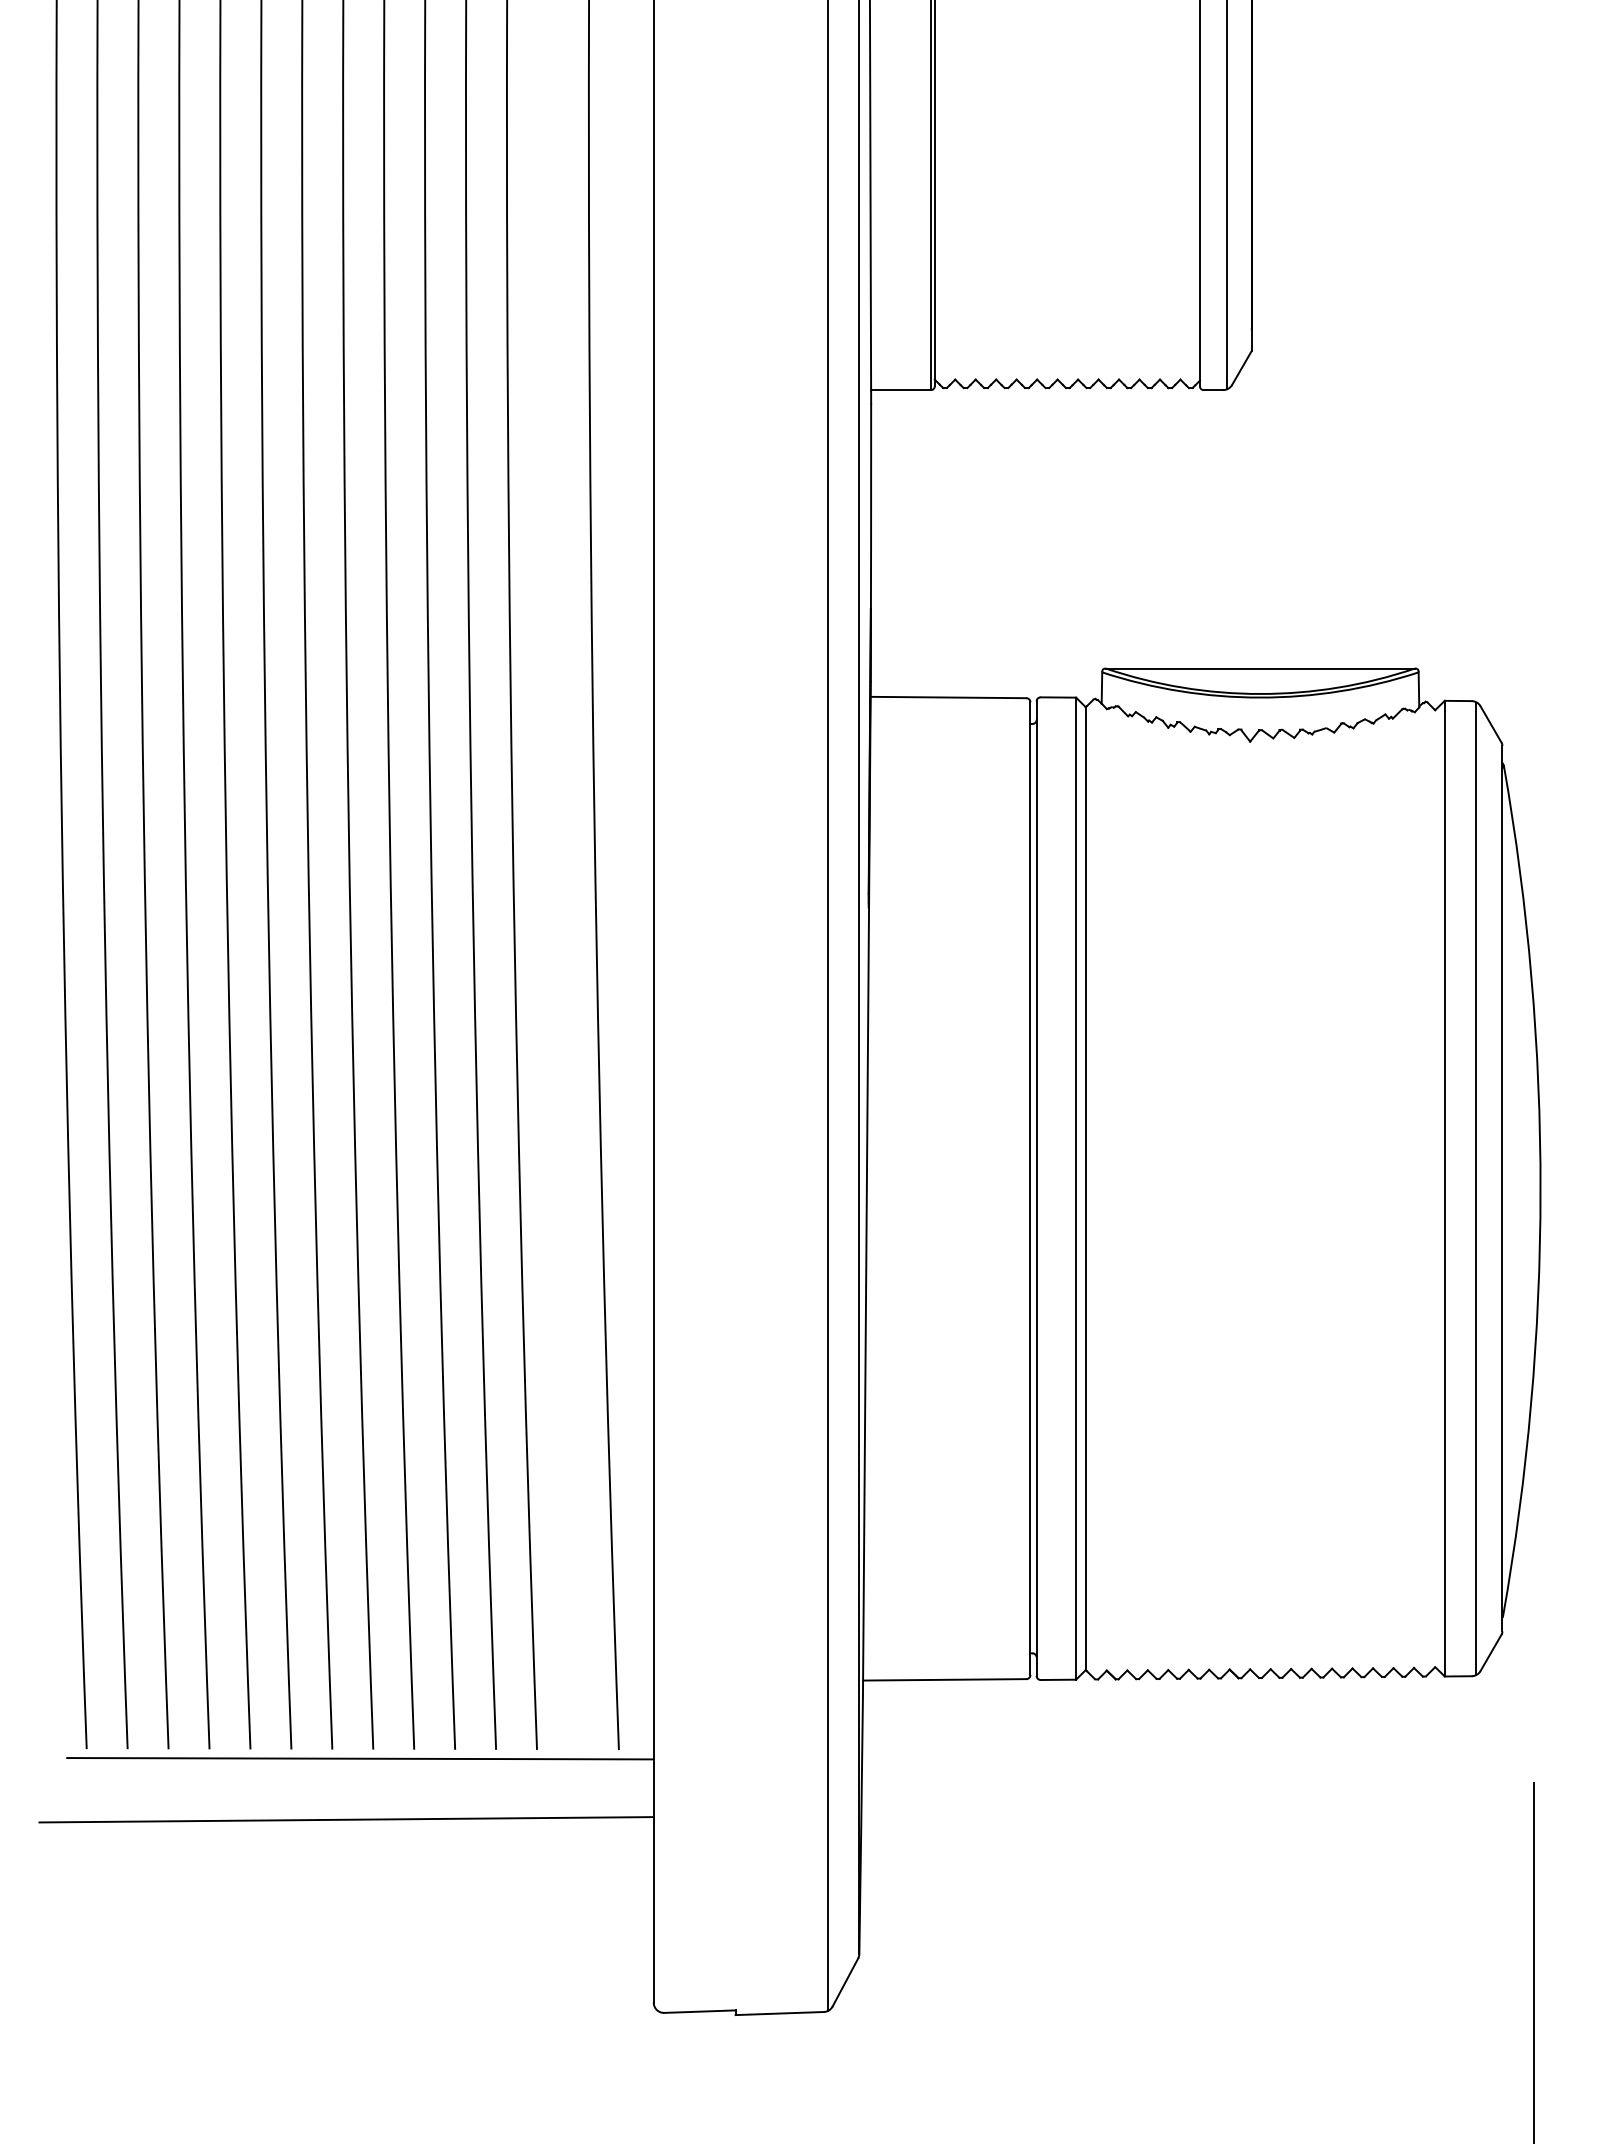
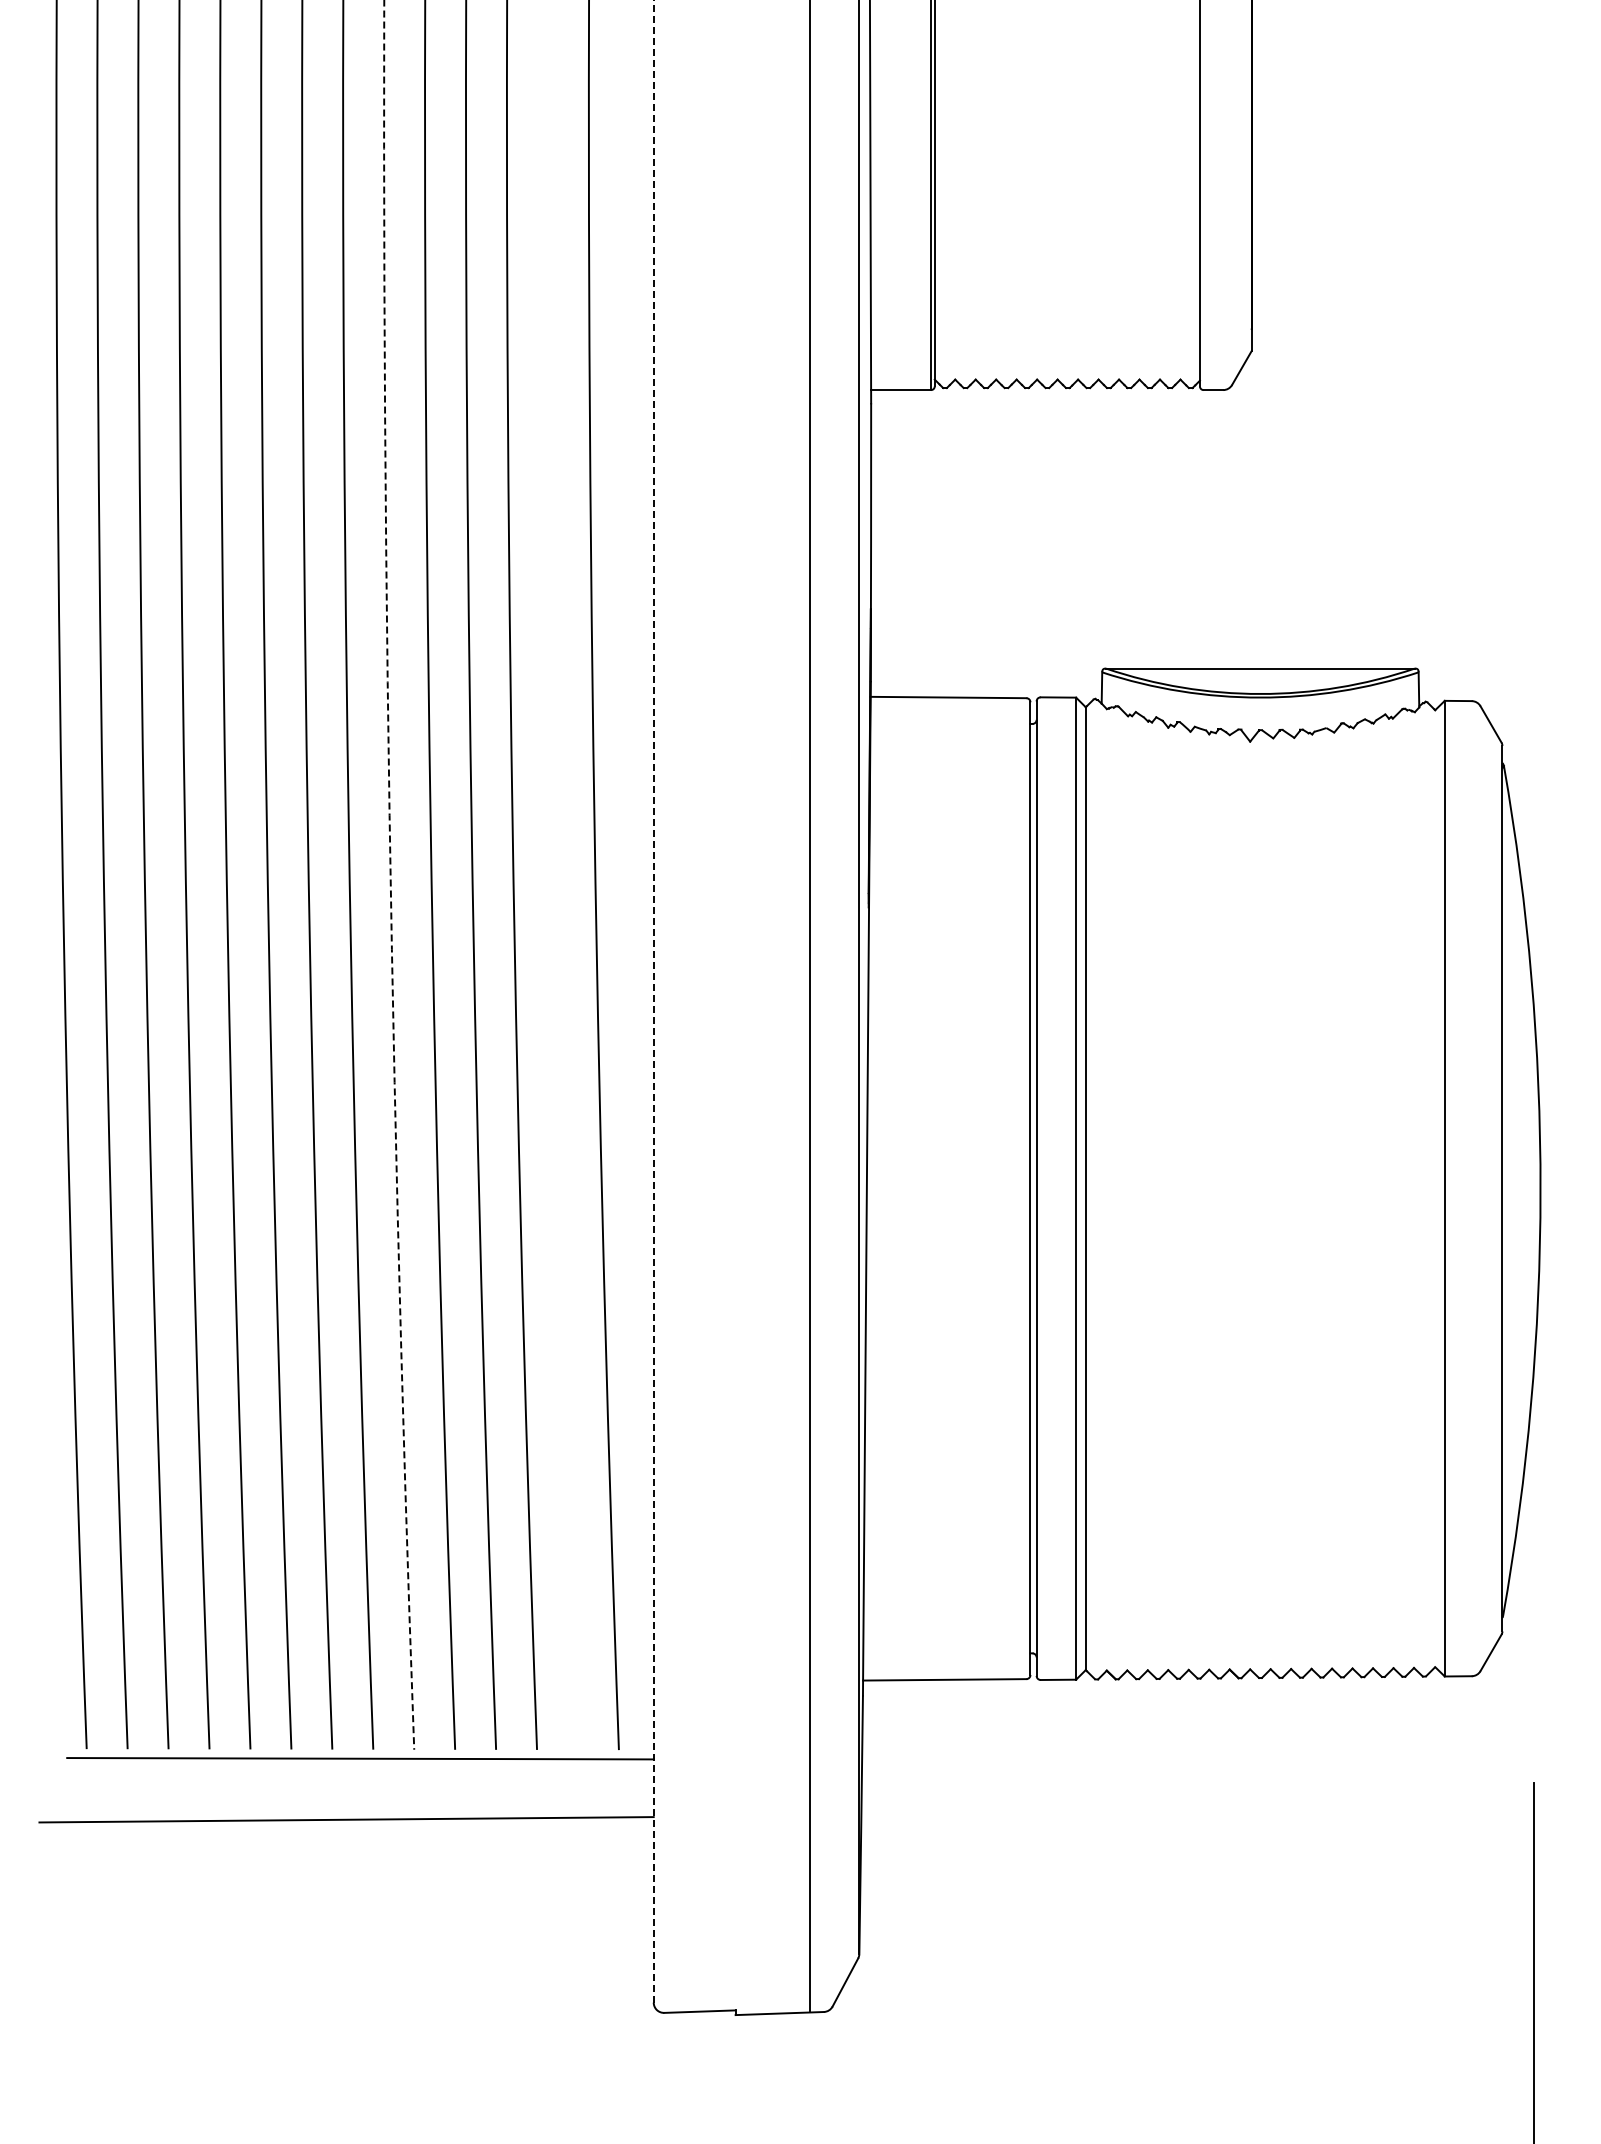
line at (1226, 195): present -> none
arc at (390, 875): solid -> dashed
line at (653, 1000): solid -> dashed
line at (828, 1006) position: (828, 1006) -> (810, 1006)
line at (1476, 1188): present -> none
